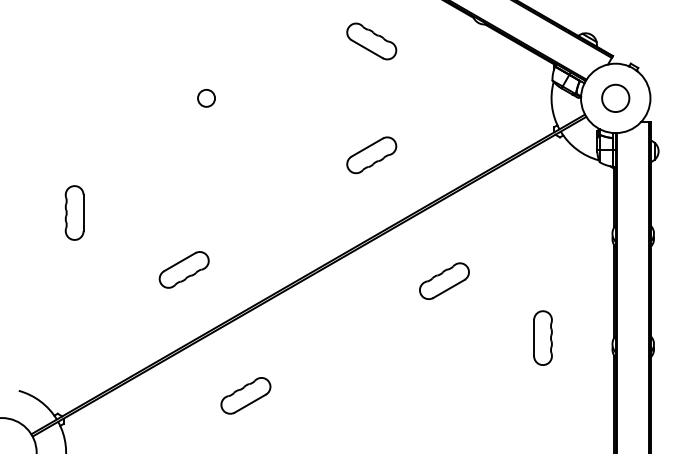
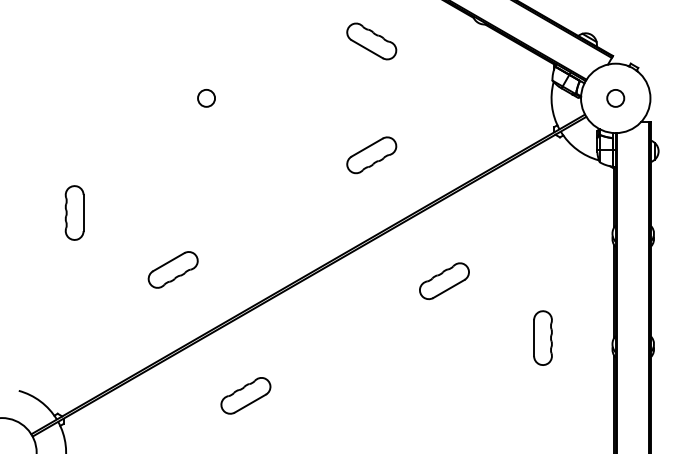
circle at (615, 98) diameter: 27 px -> 17 px
part at (183, 269) position: (183, 269) -> (172, 269)
